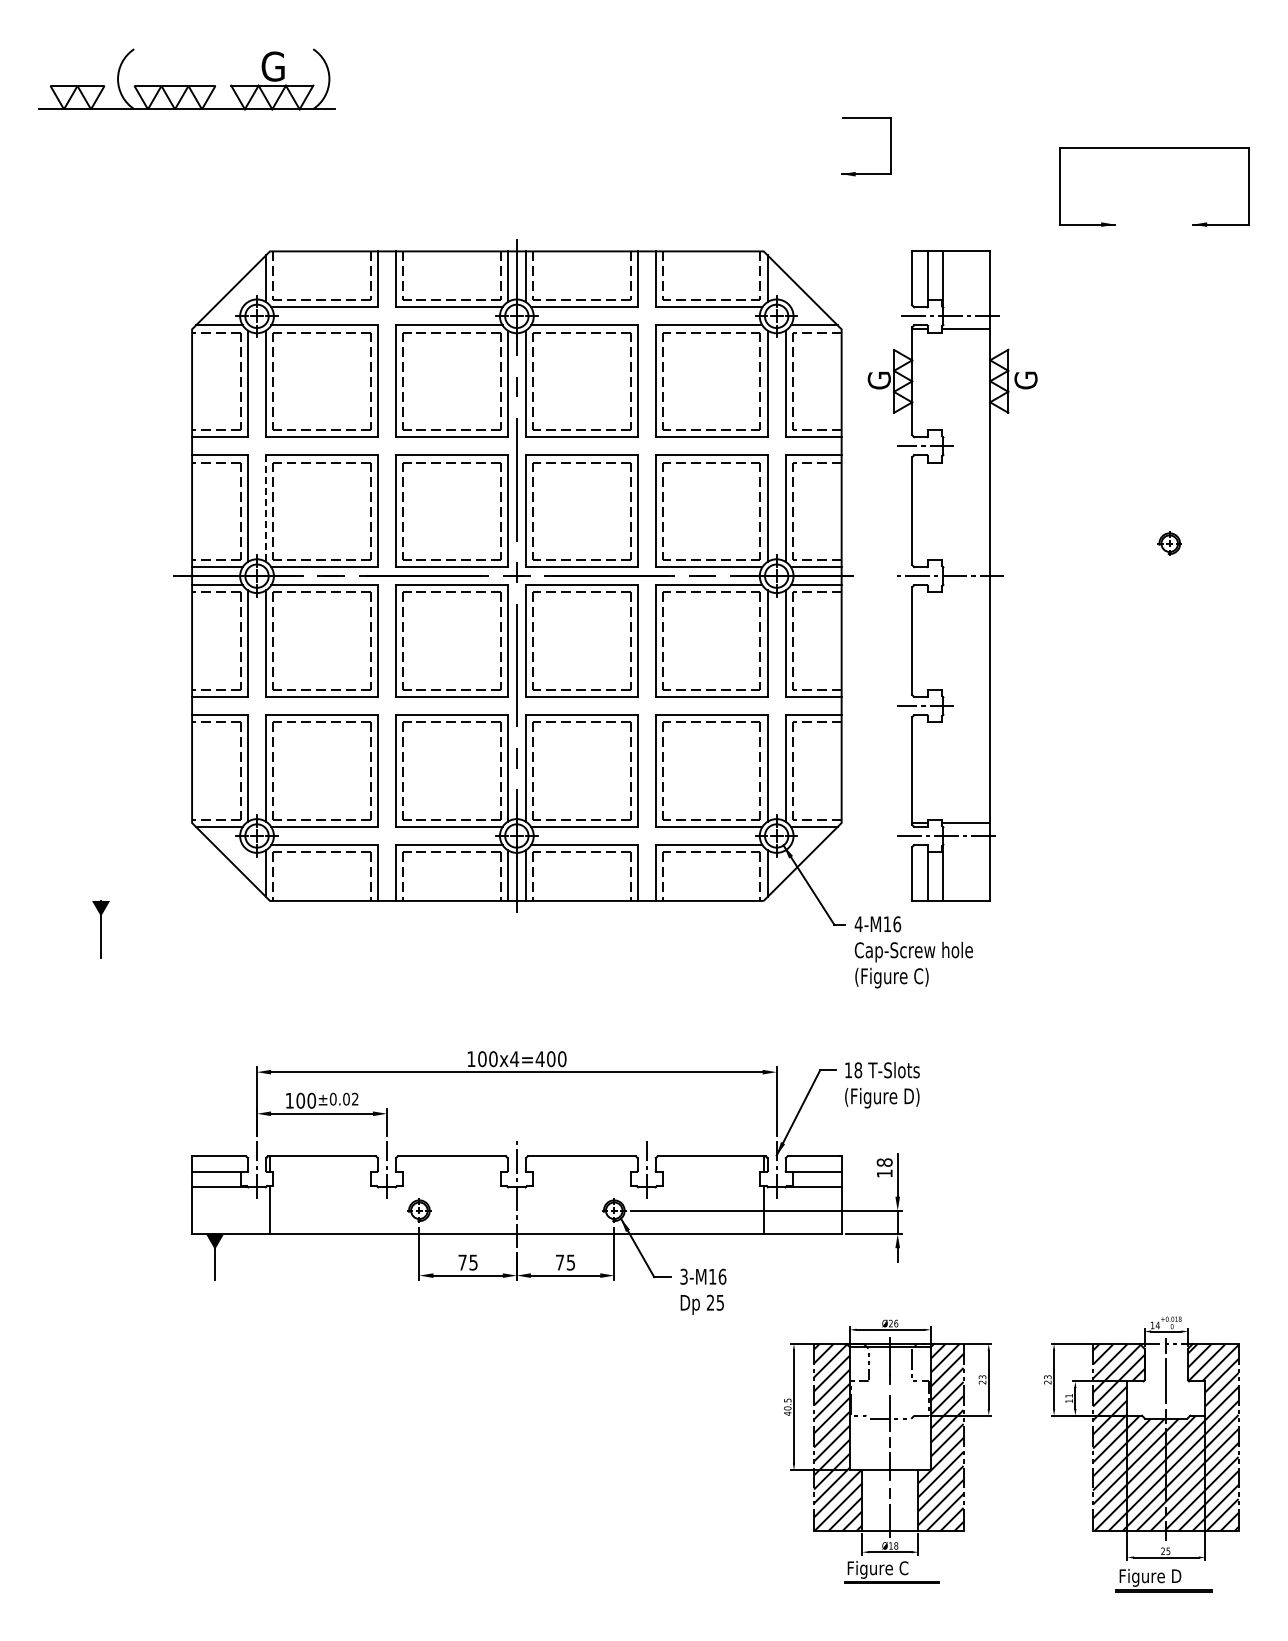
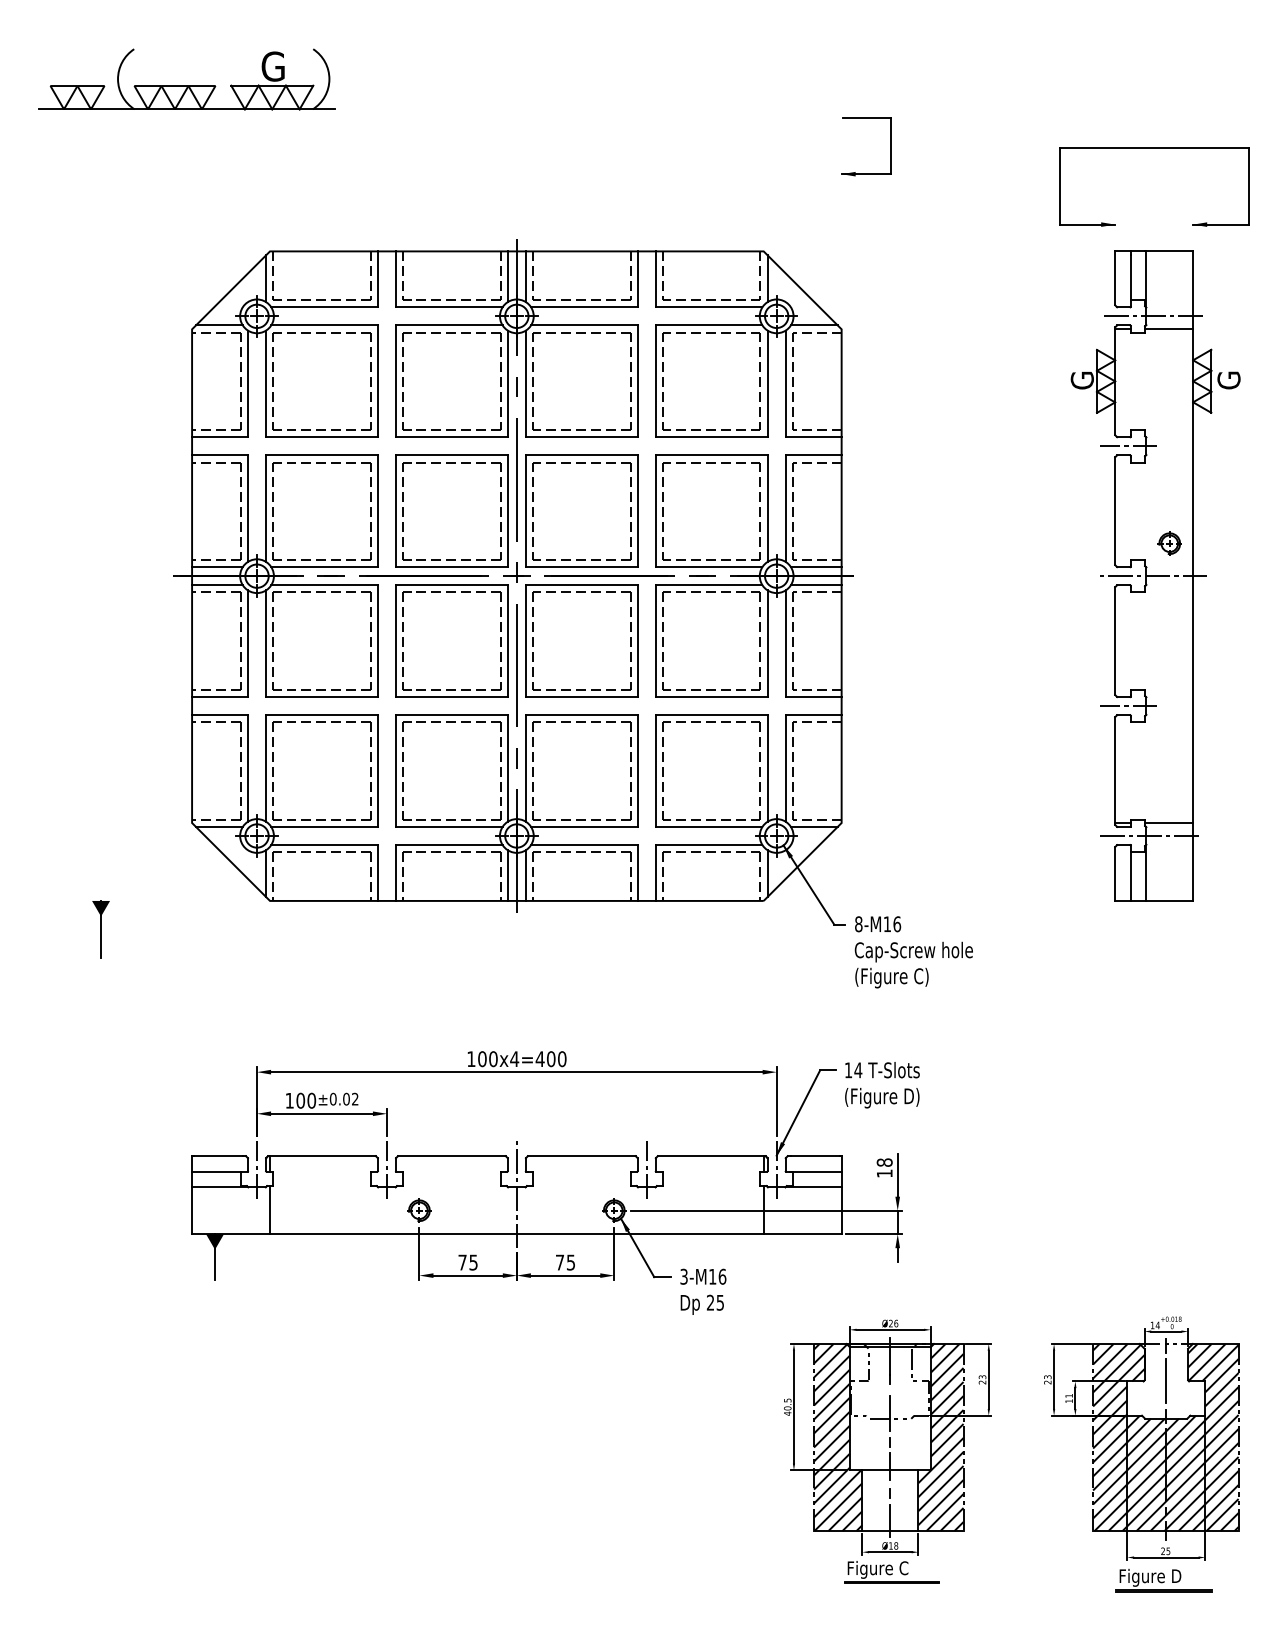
line at (266, 509): dashed -> solid
part at (952, 575) position: (952, 575) -> (1155, 575)
text at (858, 924): 4-M16 -> 8-M16
text at (858, 1070): 18 -> 14
